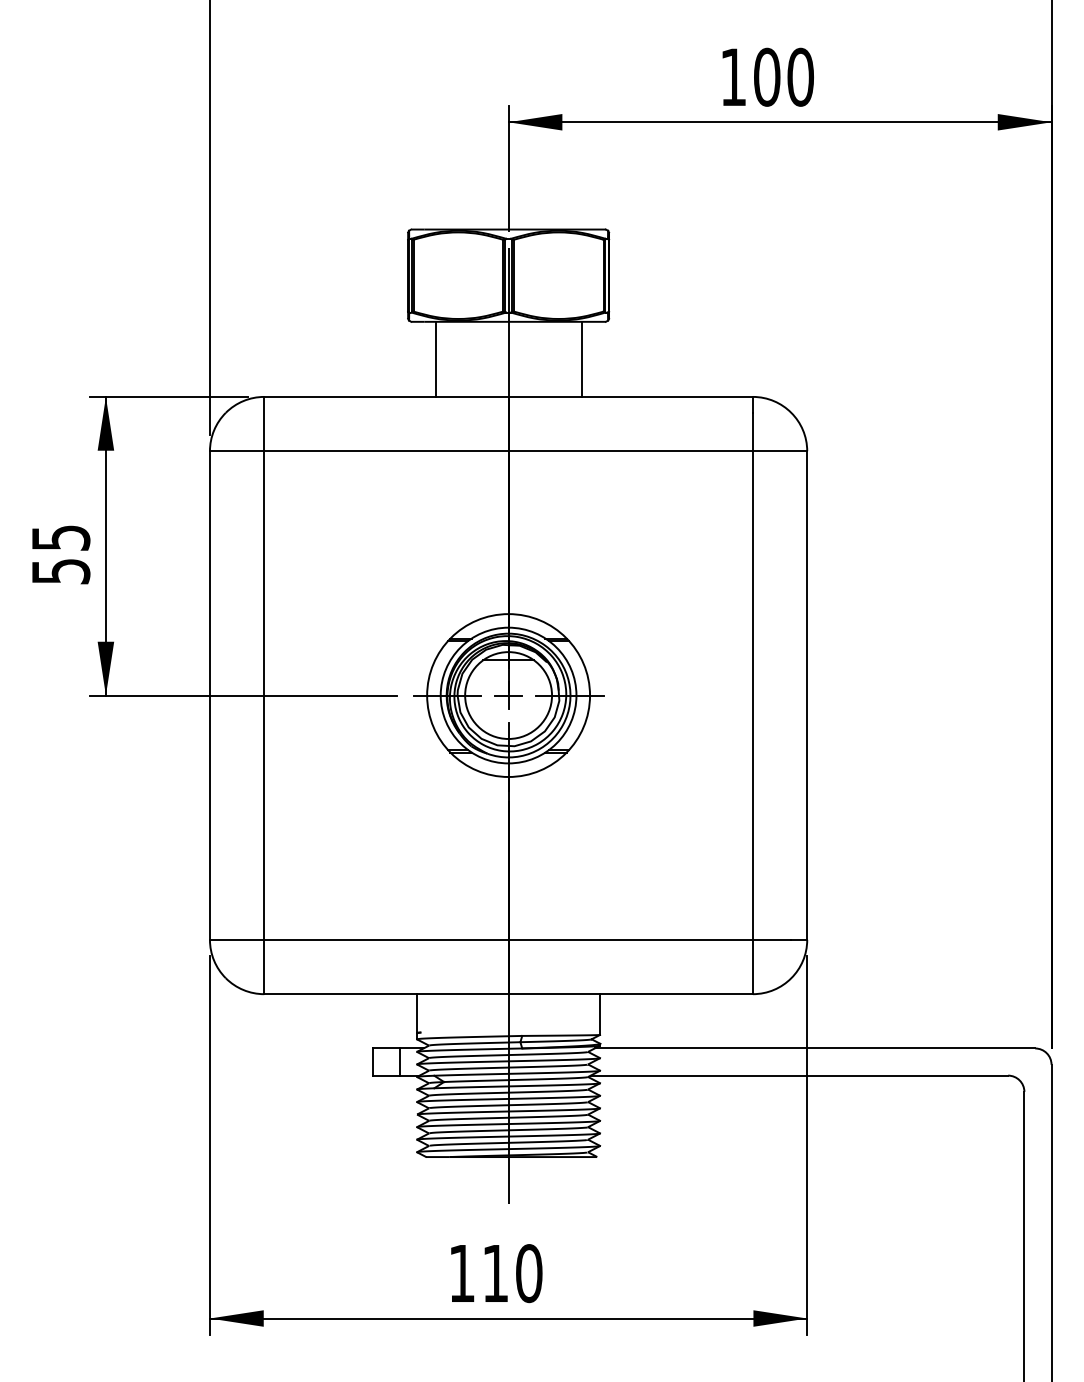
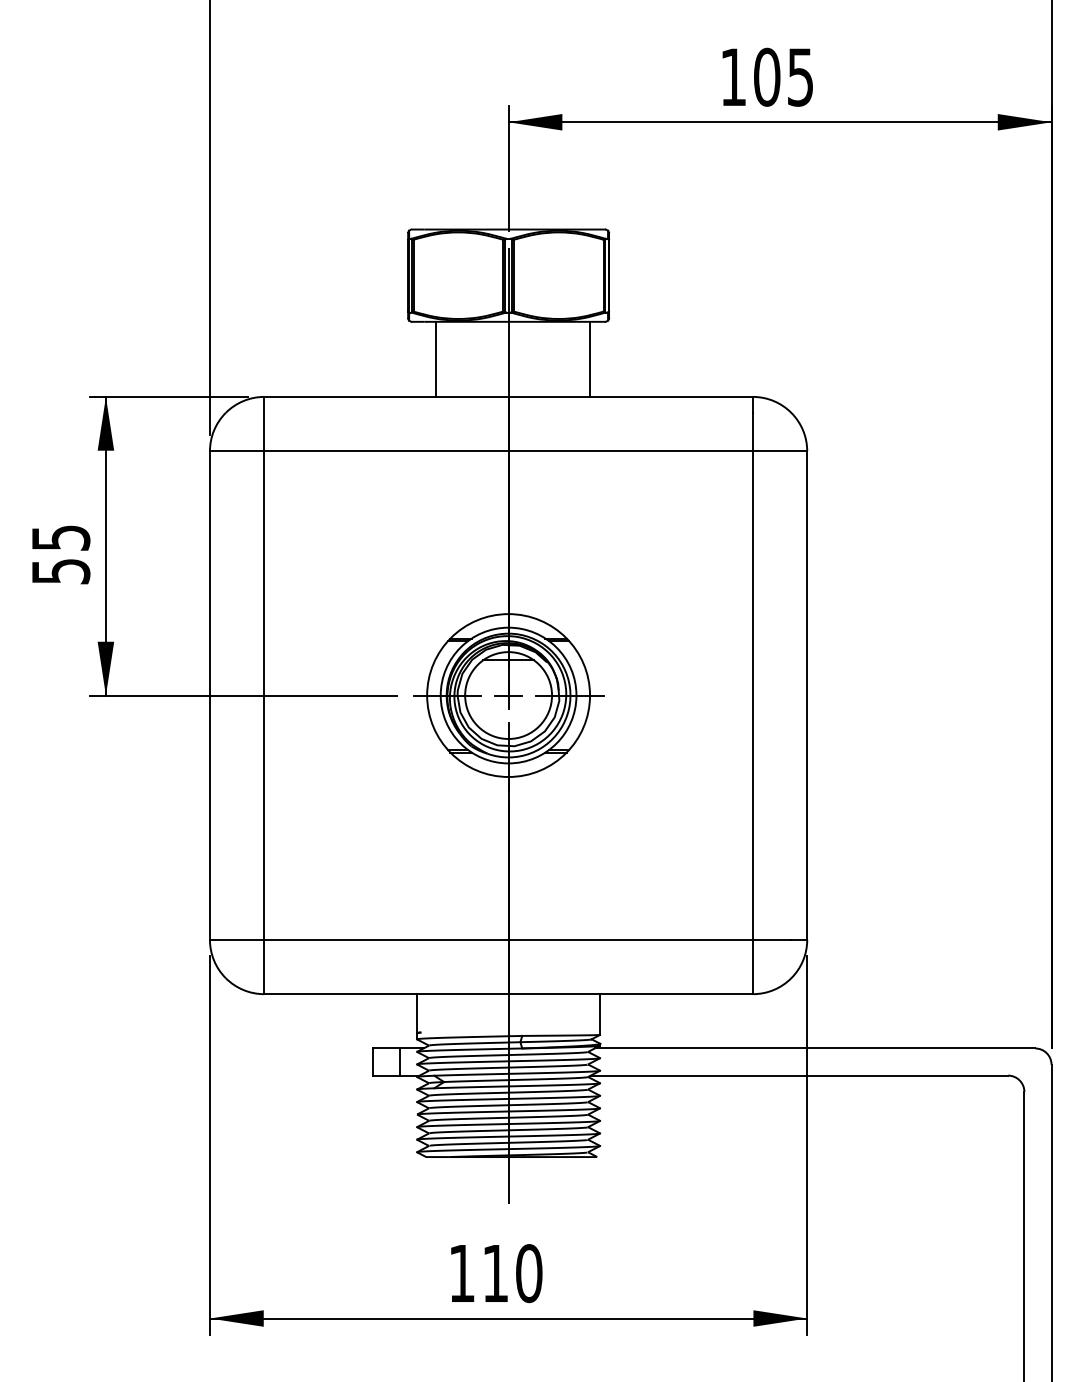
text at (800, 76): 100 -> 105
line at (581, 358) position: (581, 358) -> (589, 358)
